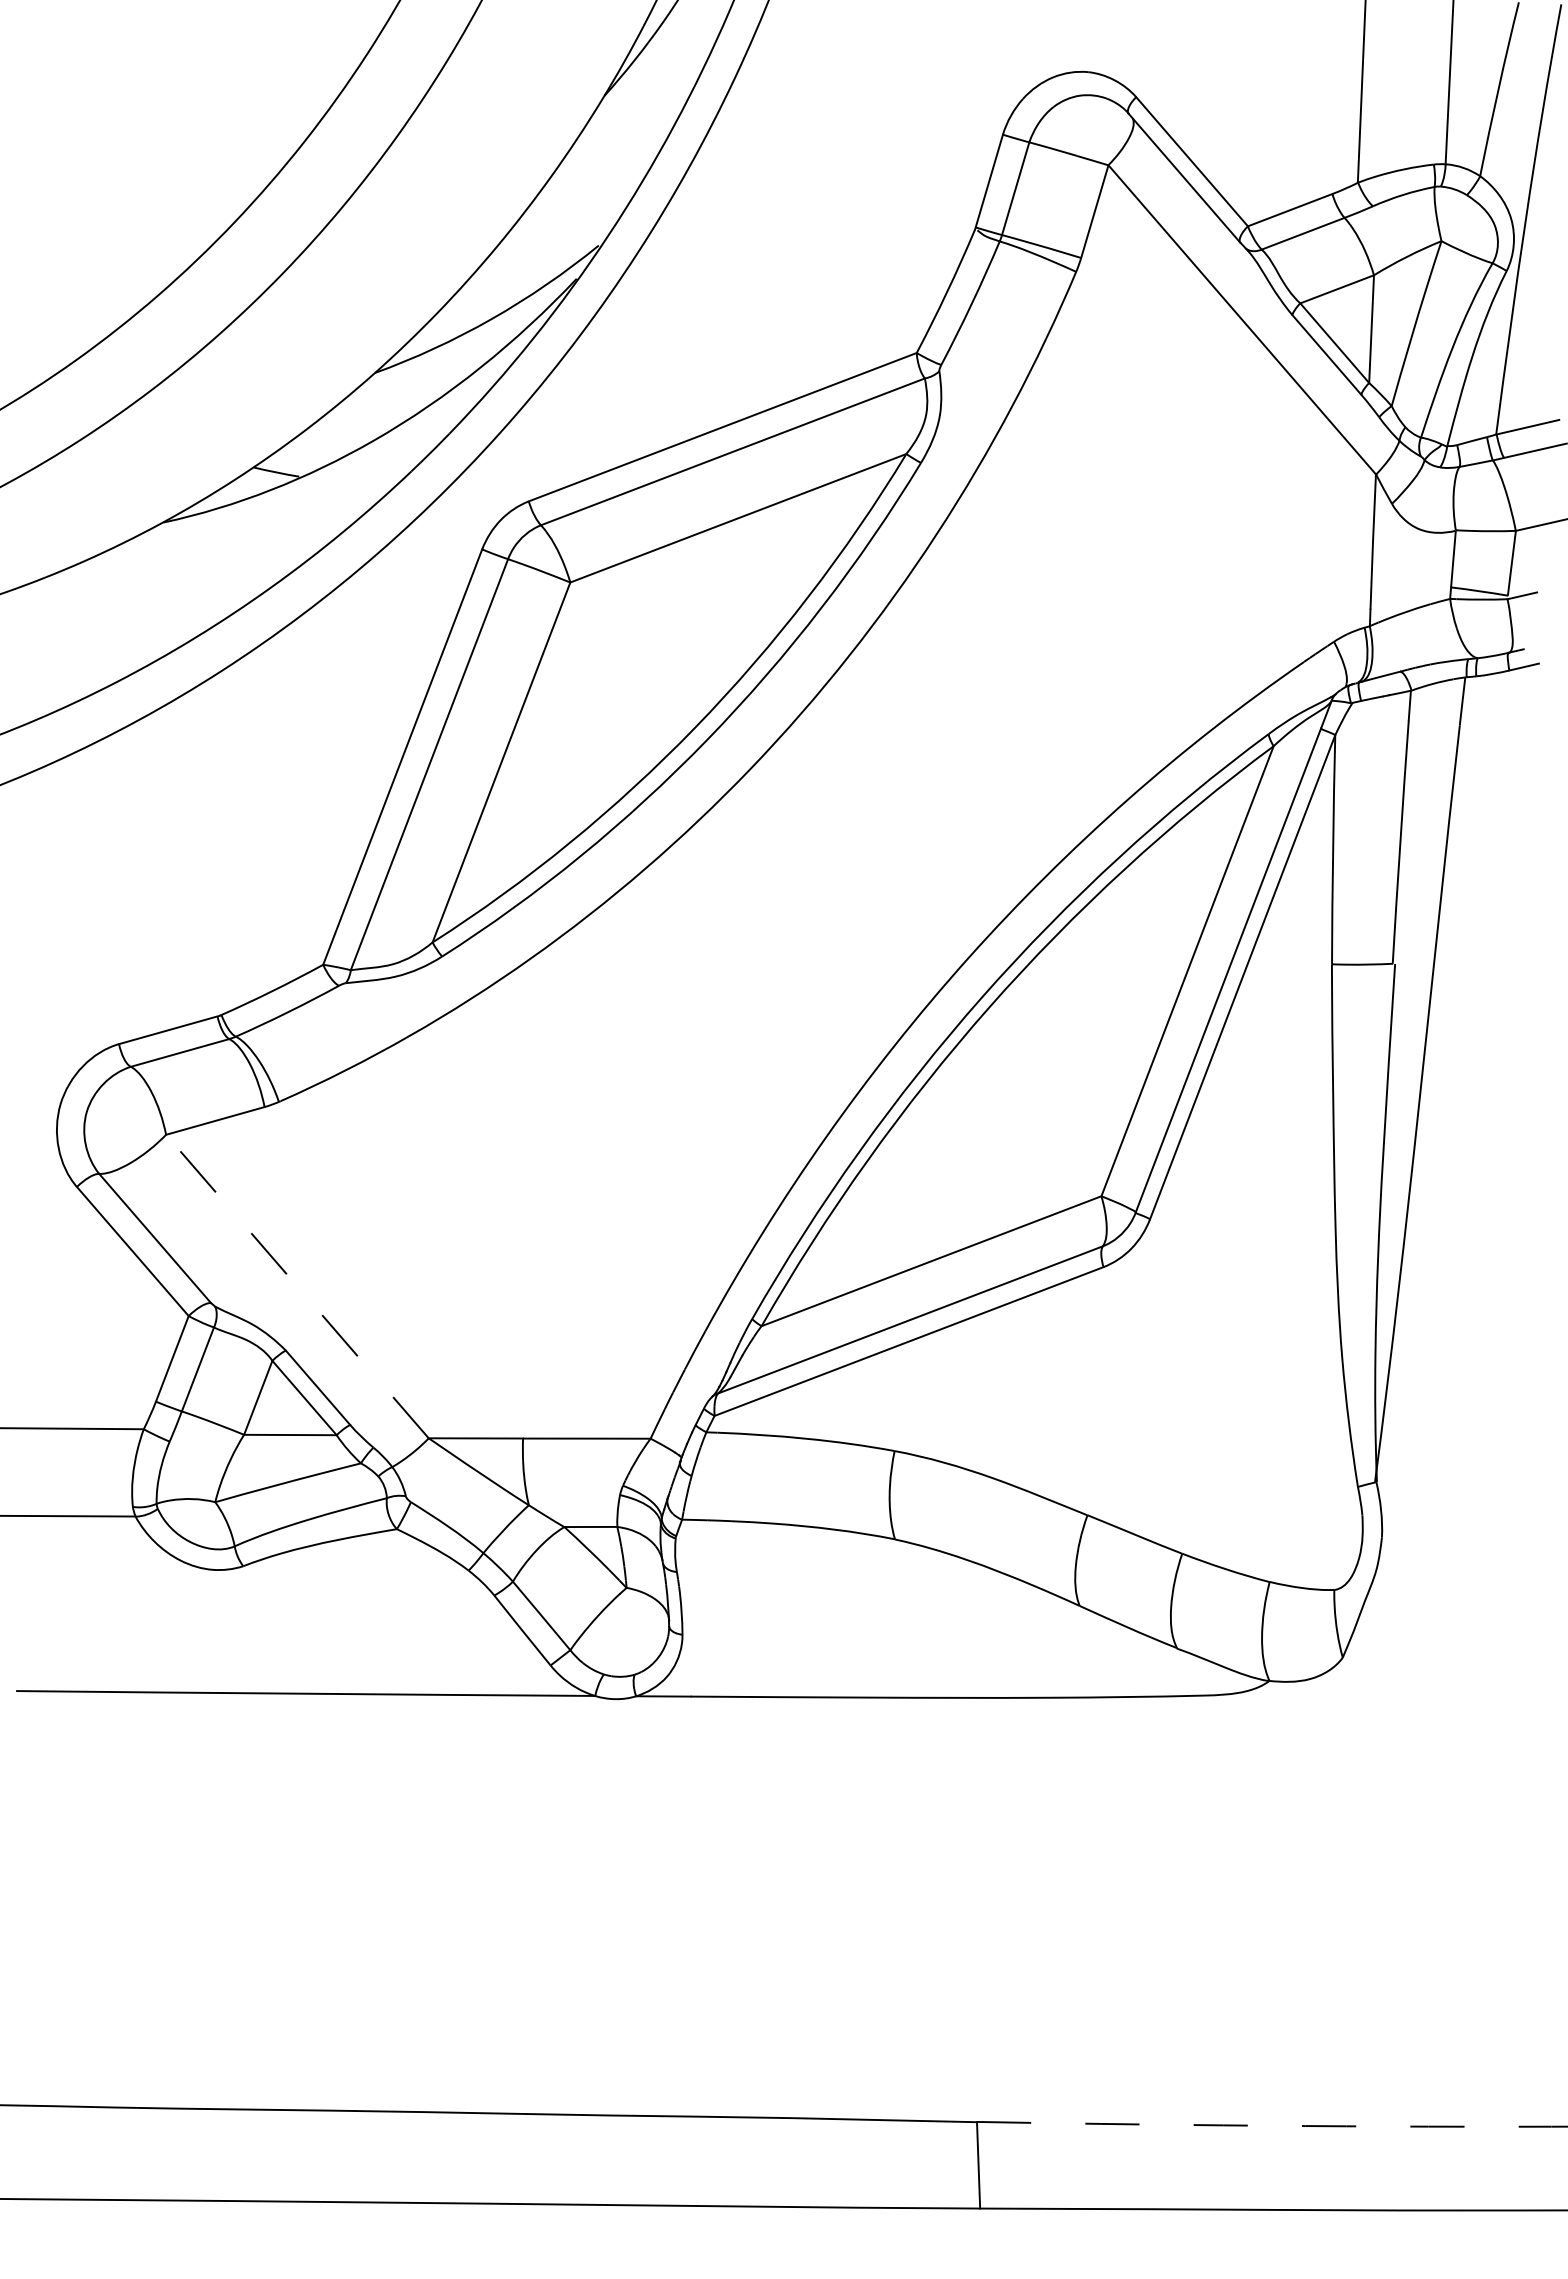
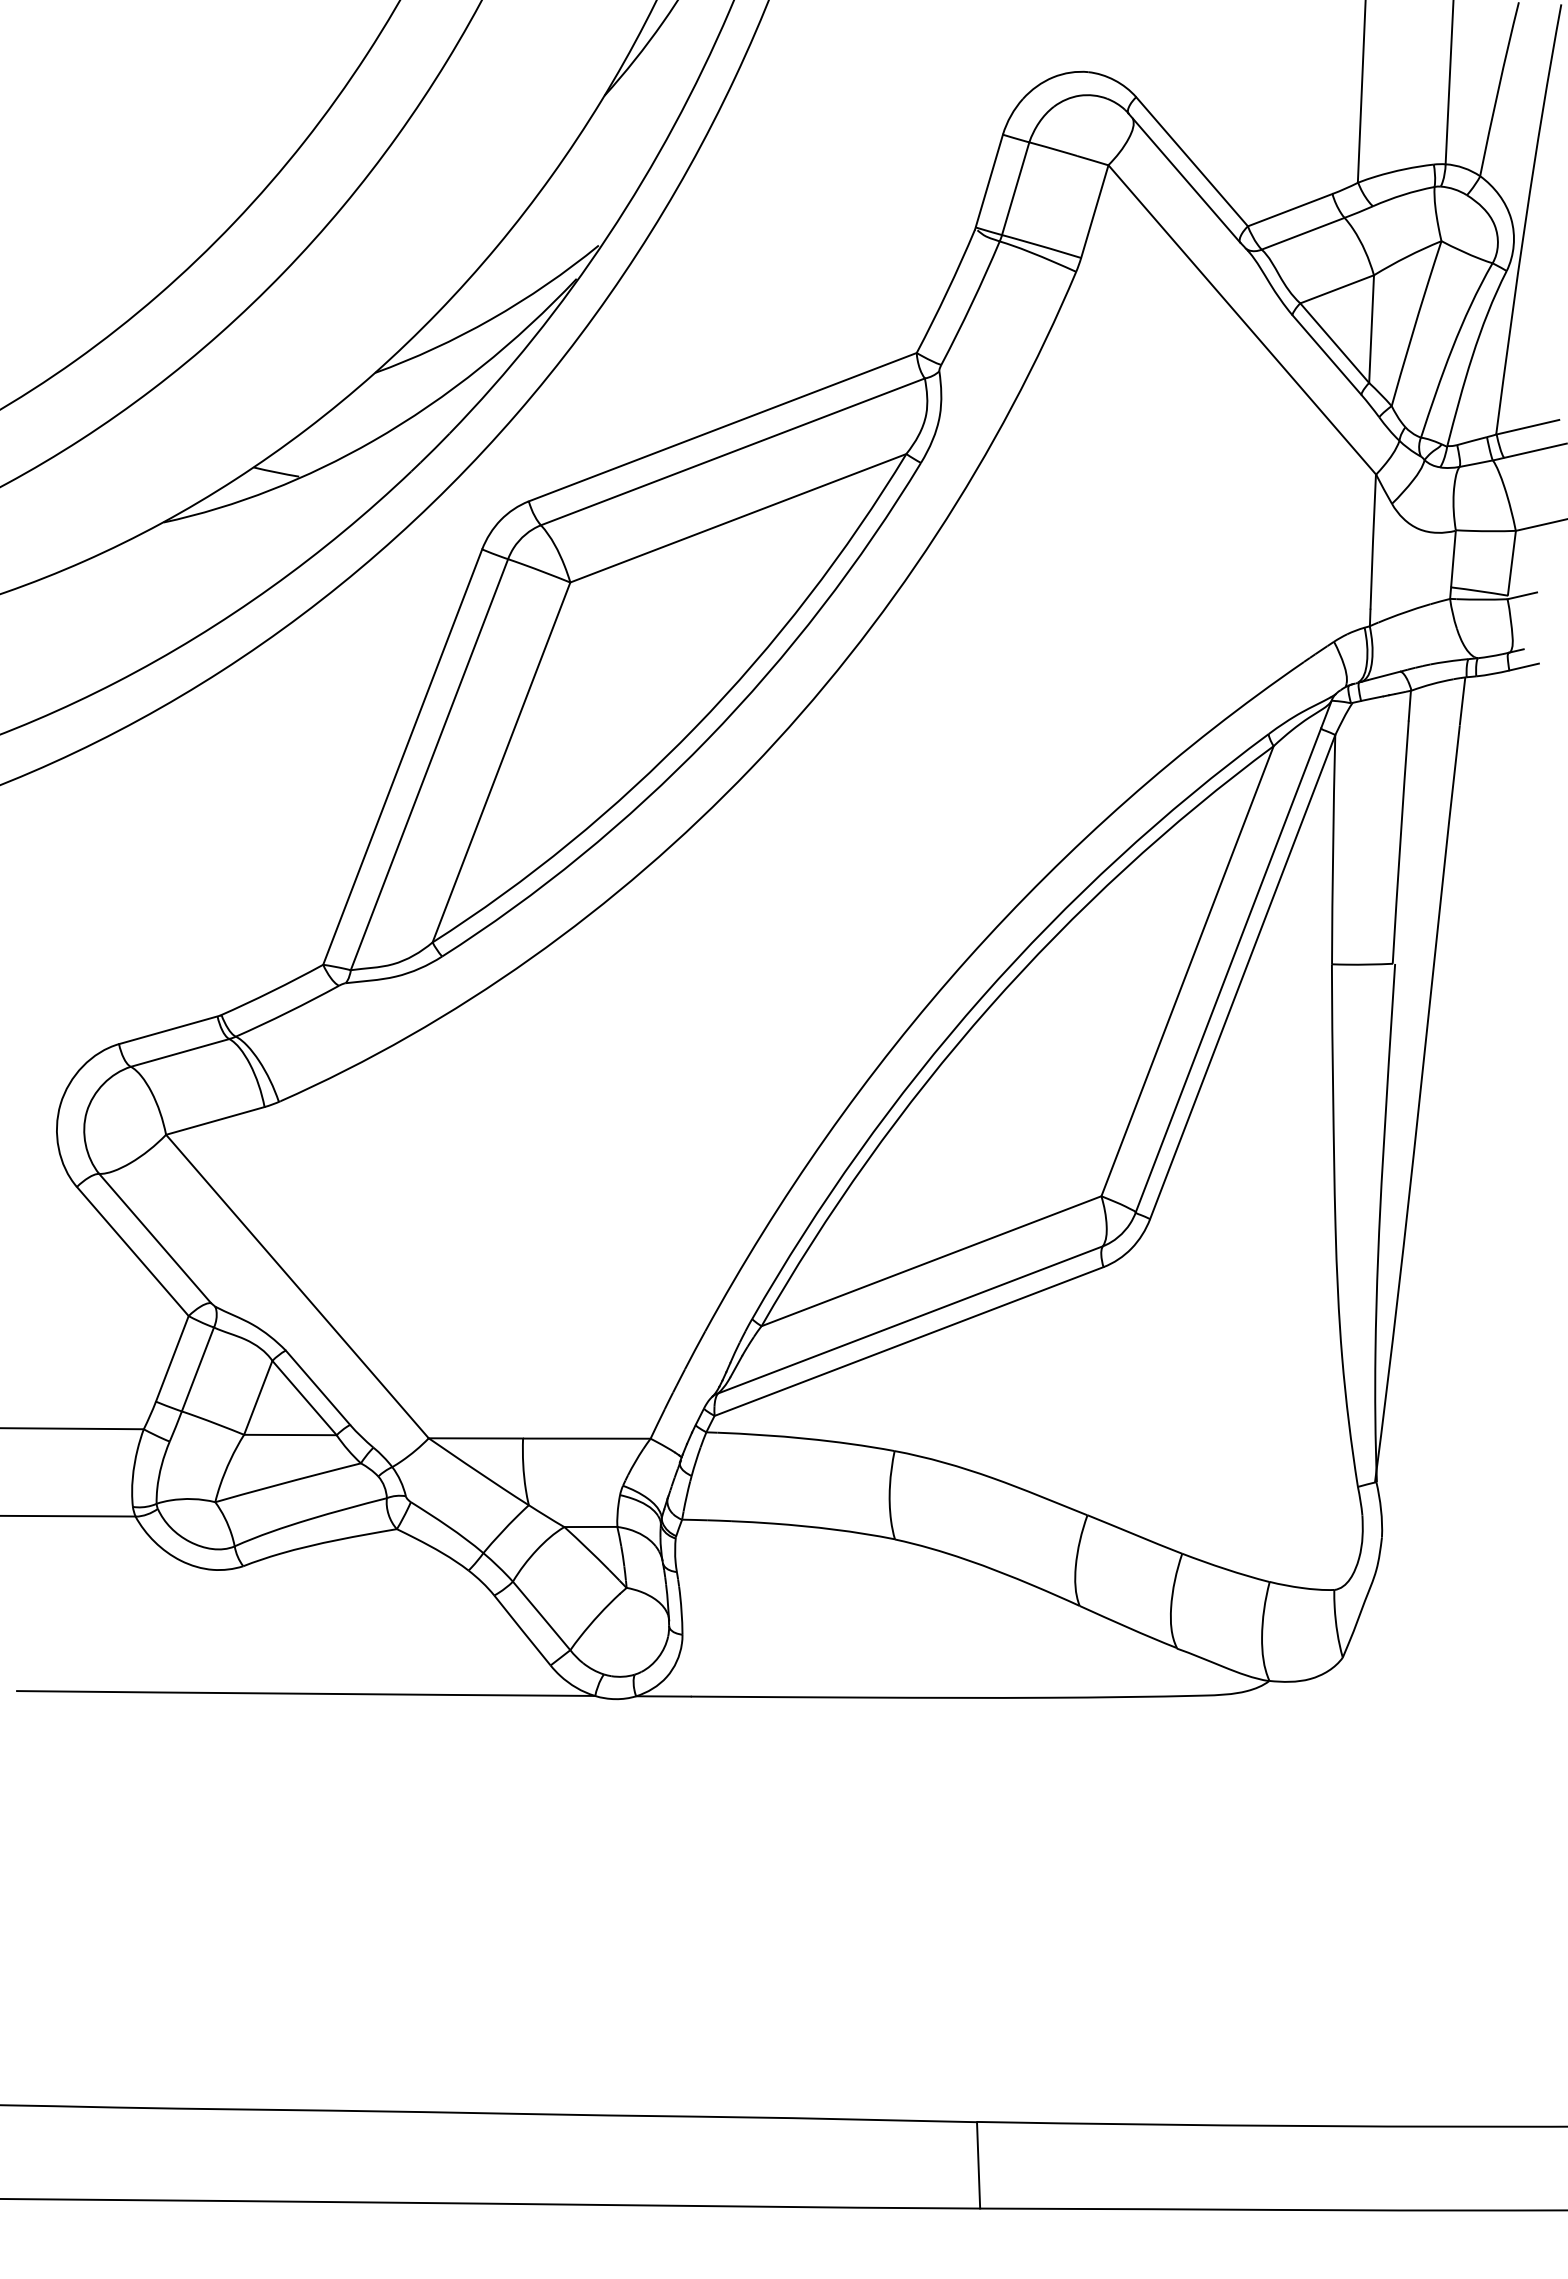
line at (297, 1286): dashed -> solid
arc at (1273, 2125): dashed -> solid
